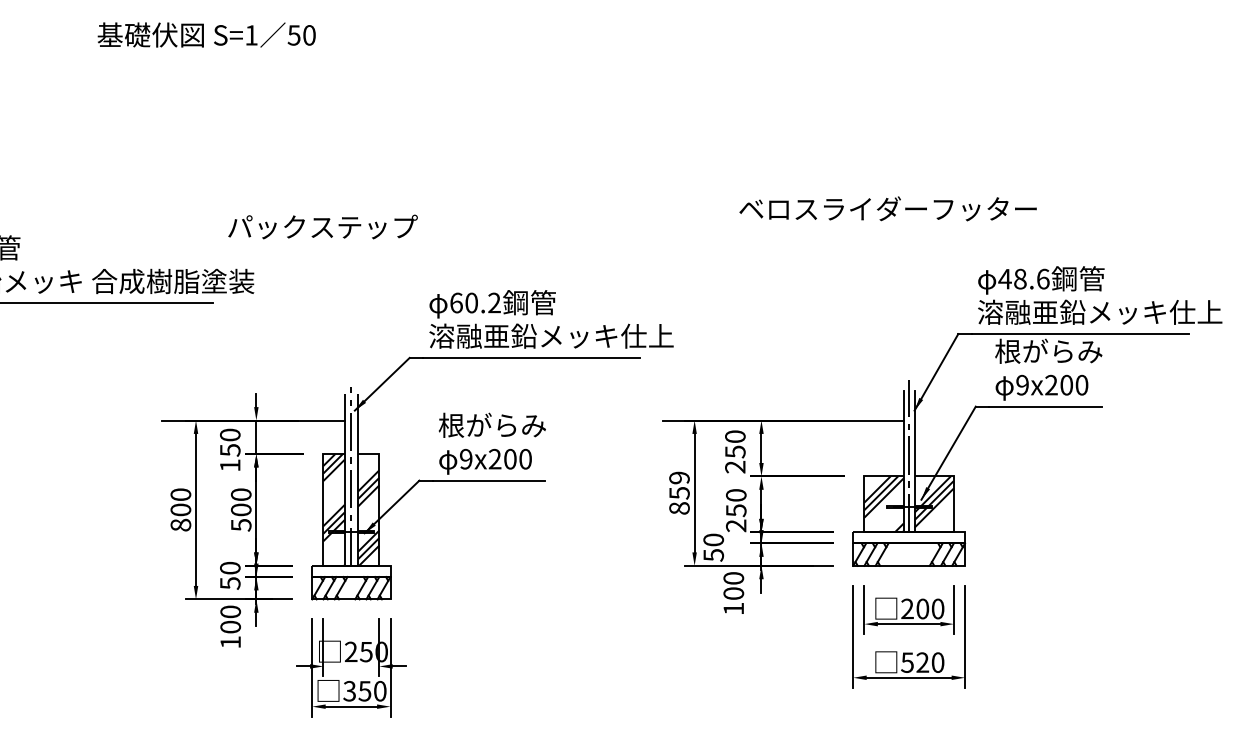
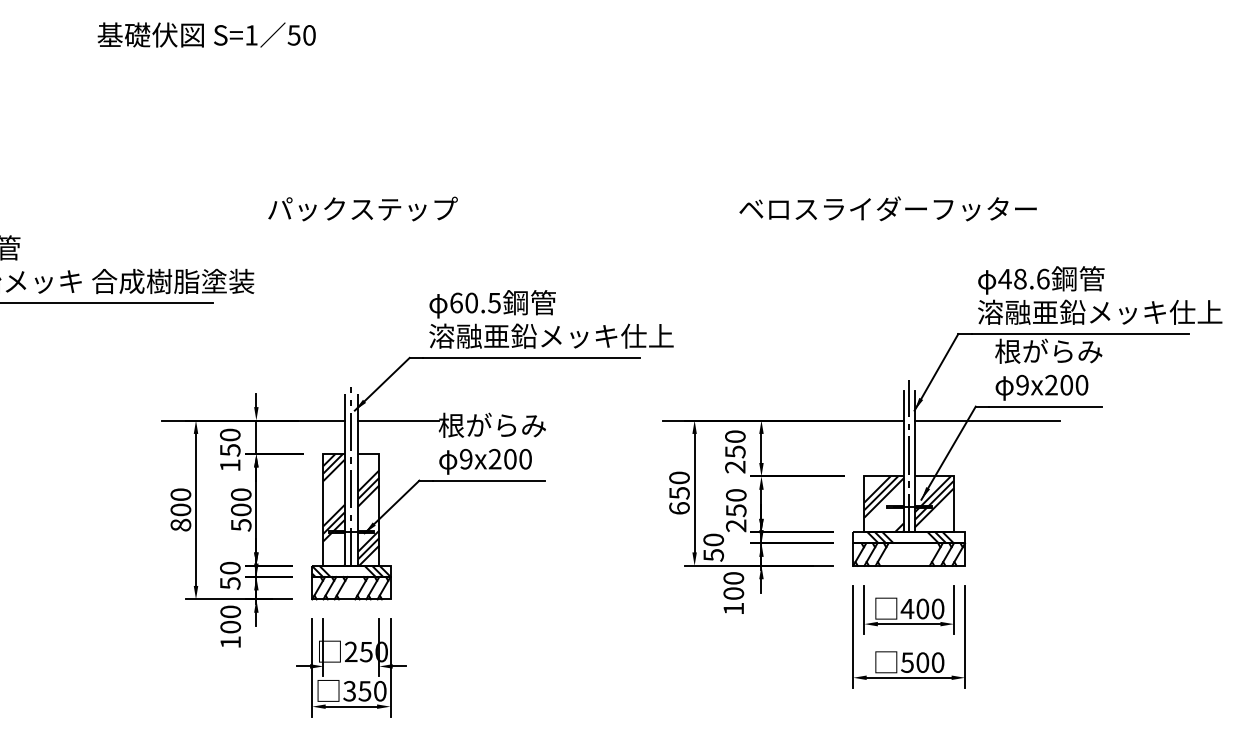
text at (322, 226) position: (322, 226) -> (362, 208)
text at (494, 302): 60.2 -> 60.5
line at (398, 420): none -> present
line at (987, 420): none -> present
text at (679, 492): 859 -> 650
hatch at (910, 537): none -> present
hatch at (351, 571): none -> present
text at (907, 608): 200 -> 400
text at (922, 662): 520 -> 500
